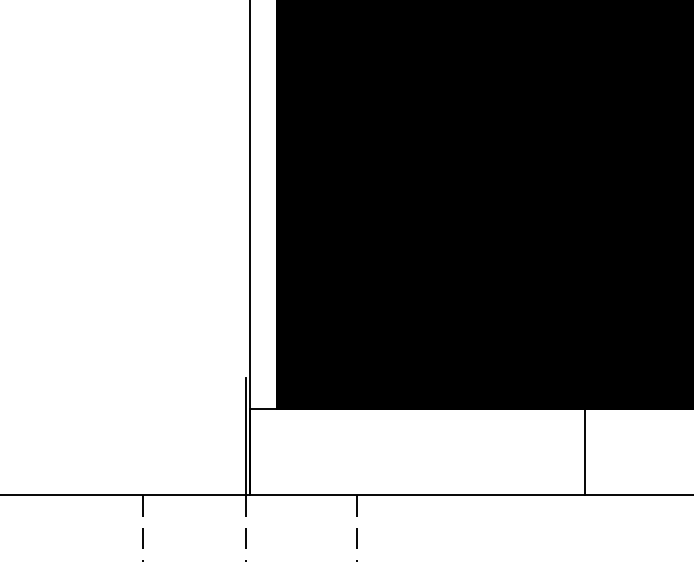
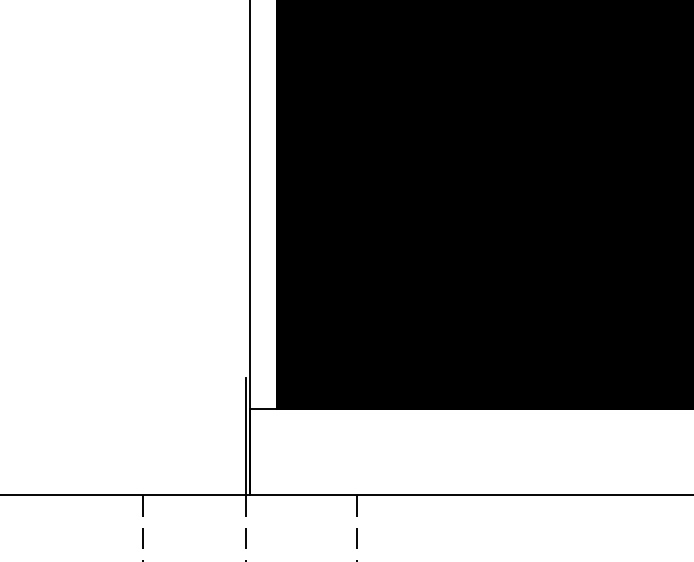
line at (585, 452): present -> none
